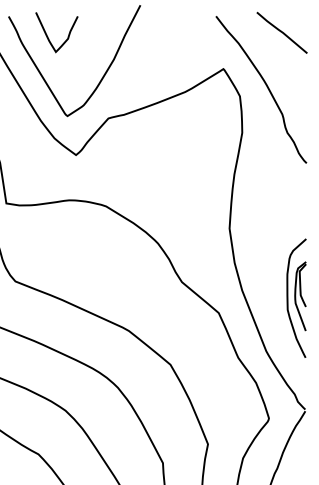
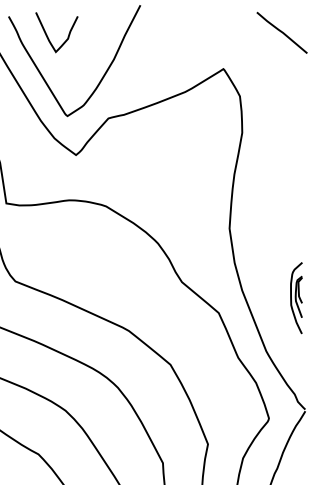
curve at (266, 87): present -> none
part at (296, 297) size: 21x120 px -> 13x73 px
